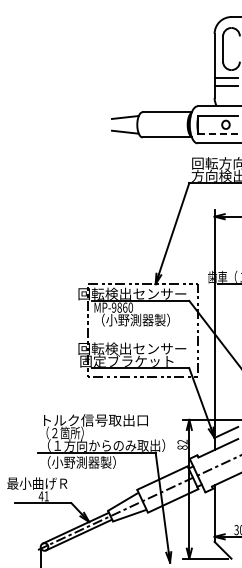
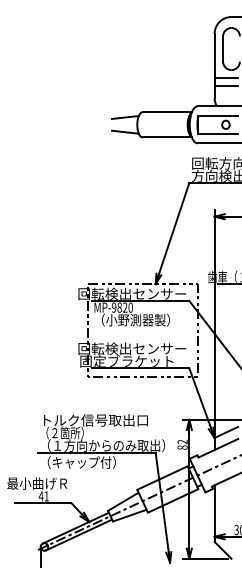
line at (218, 134): dashed -> solid
text at (125, 307): MP-9860 -> MP-9820
text at (81, 462): （小野測器製） -> （キャップ付）
